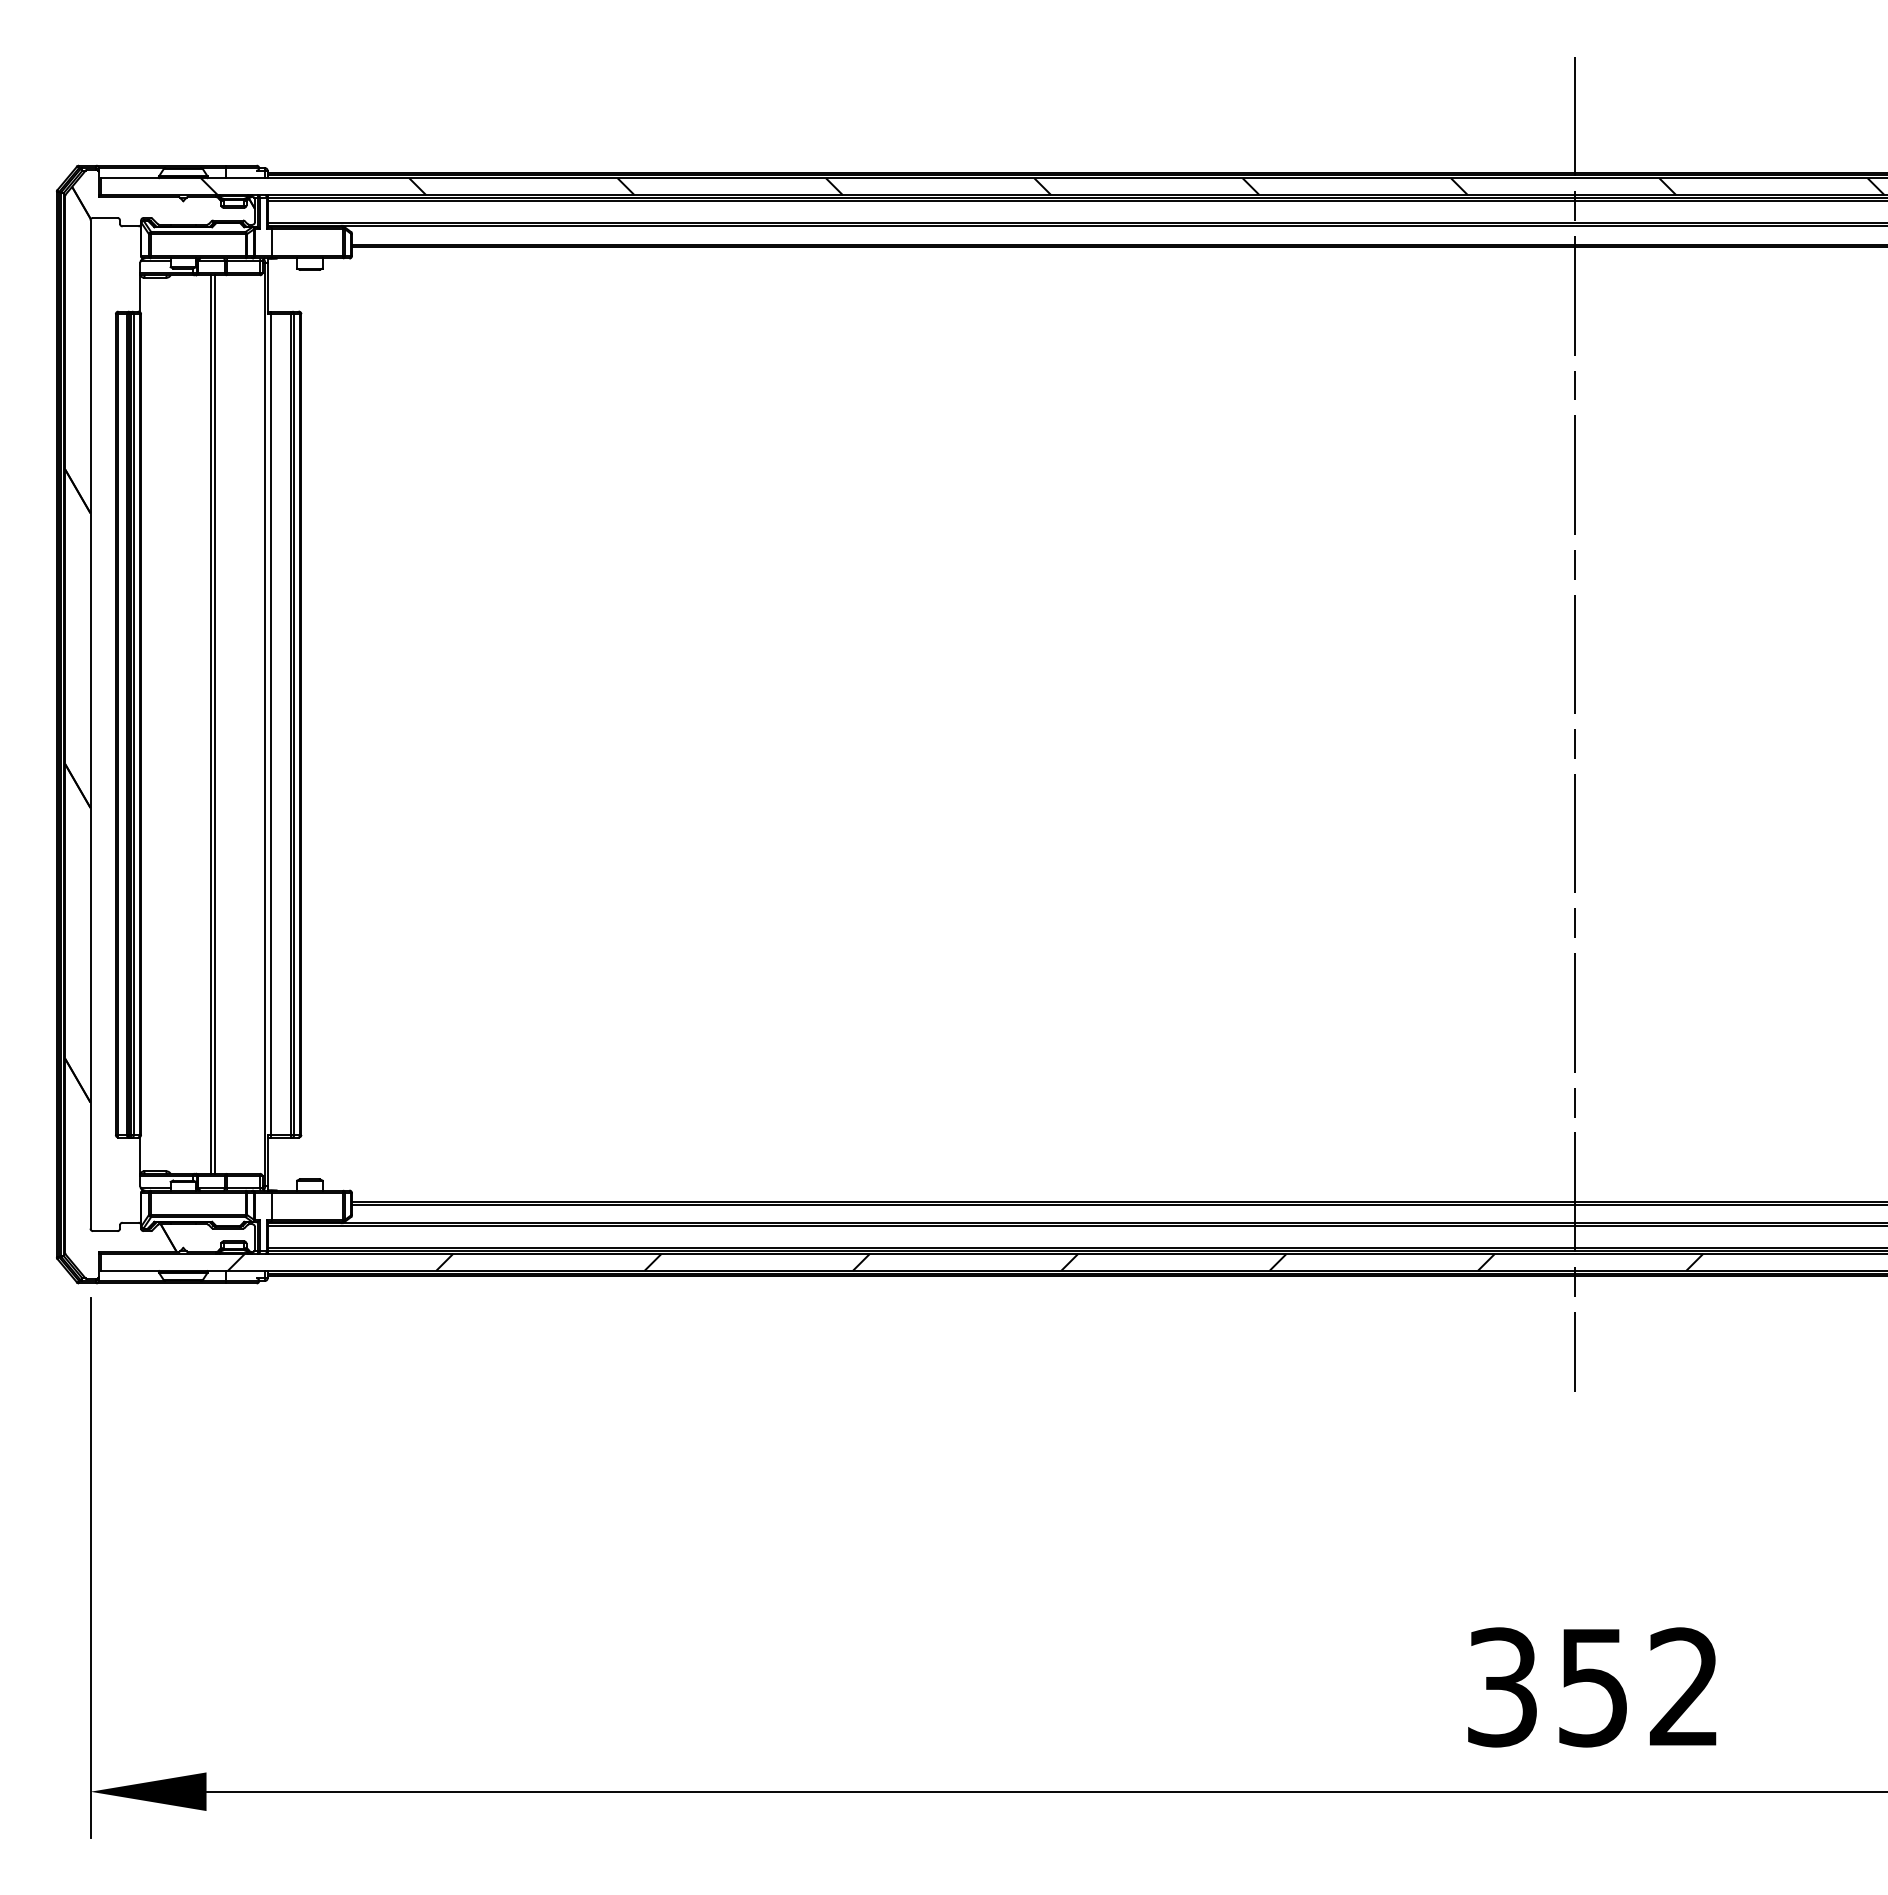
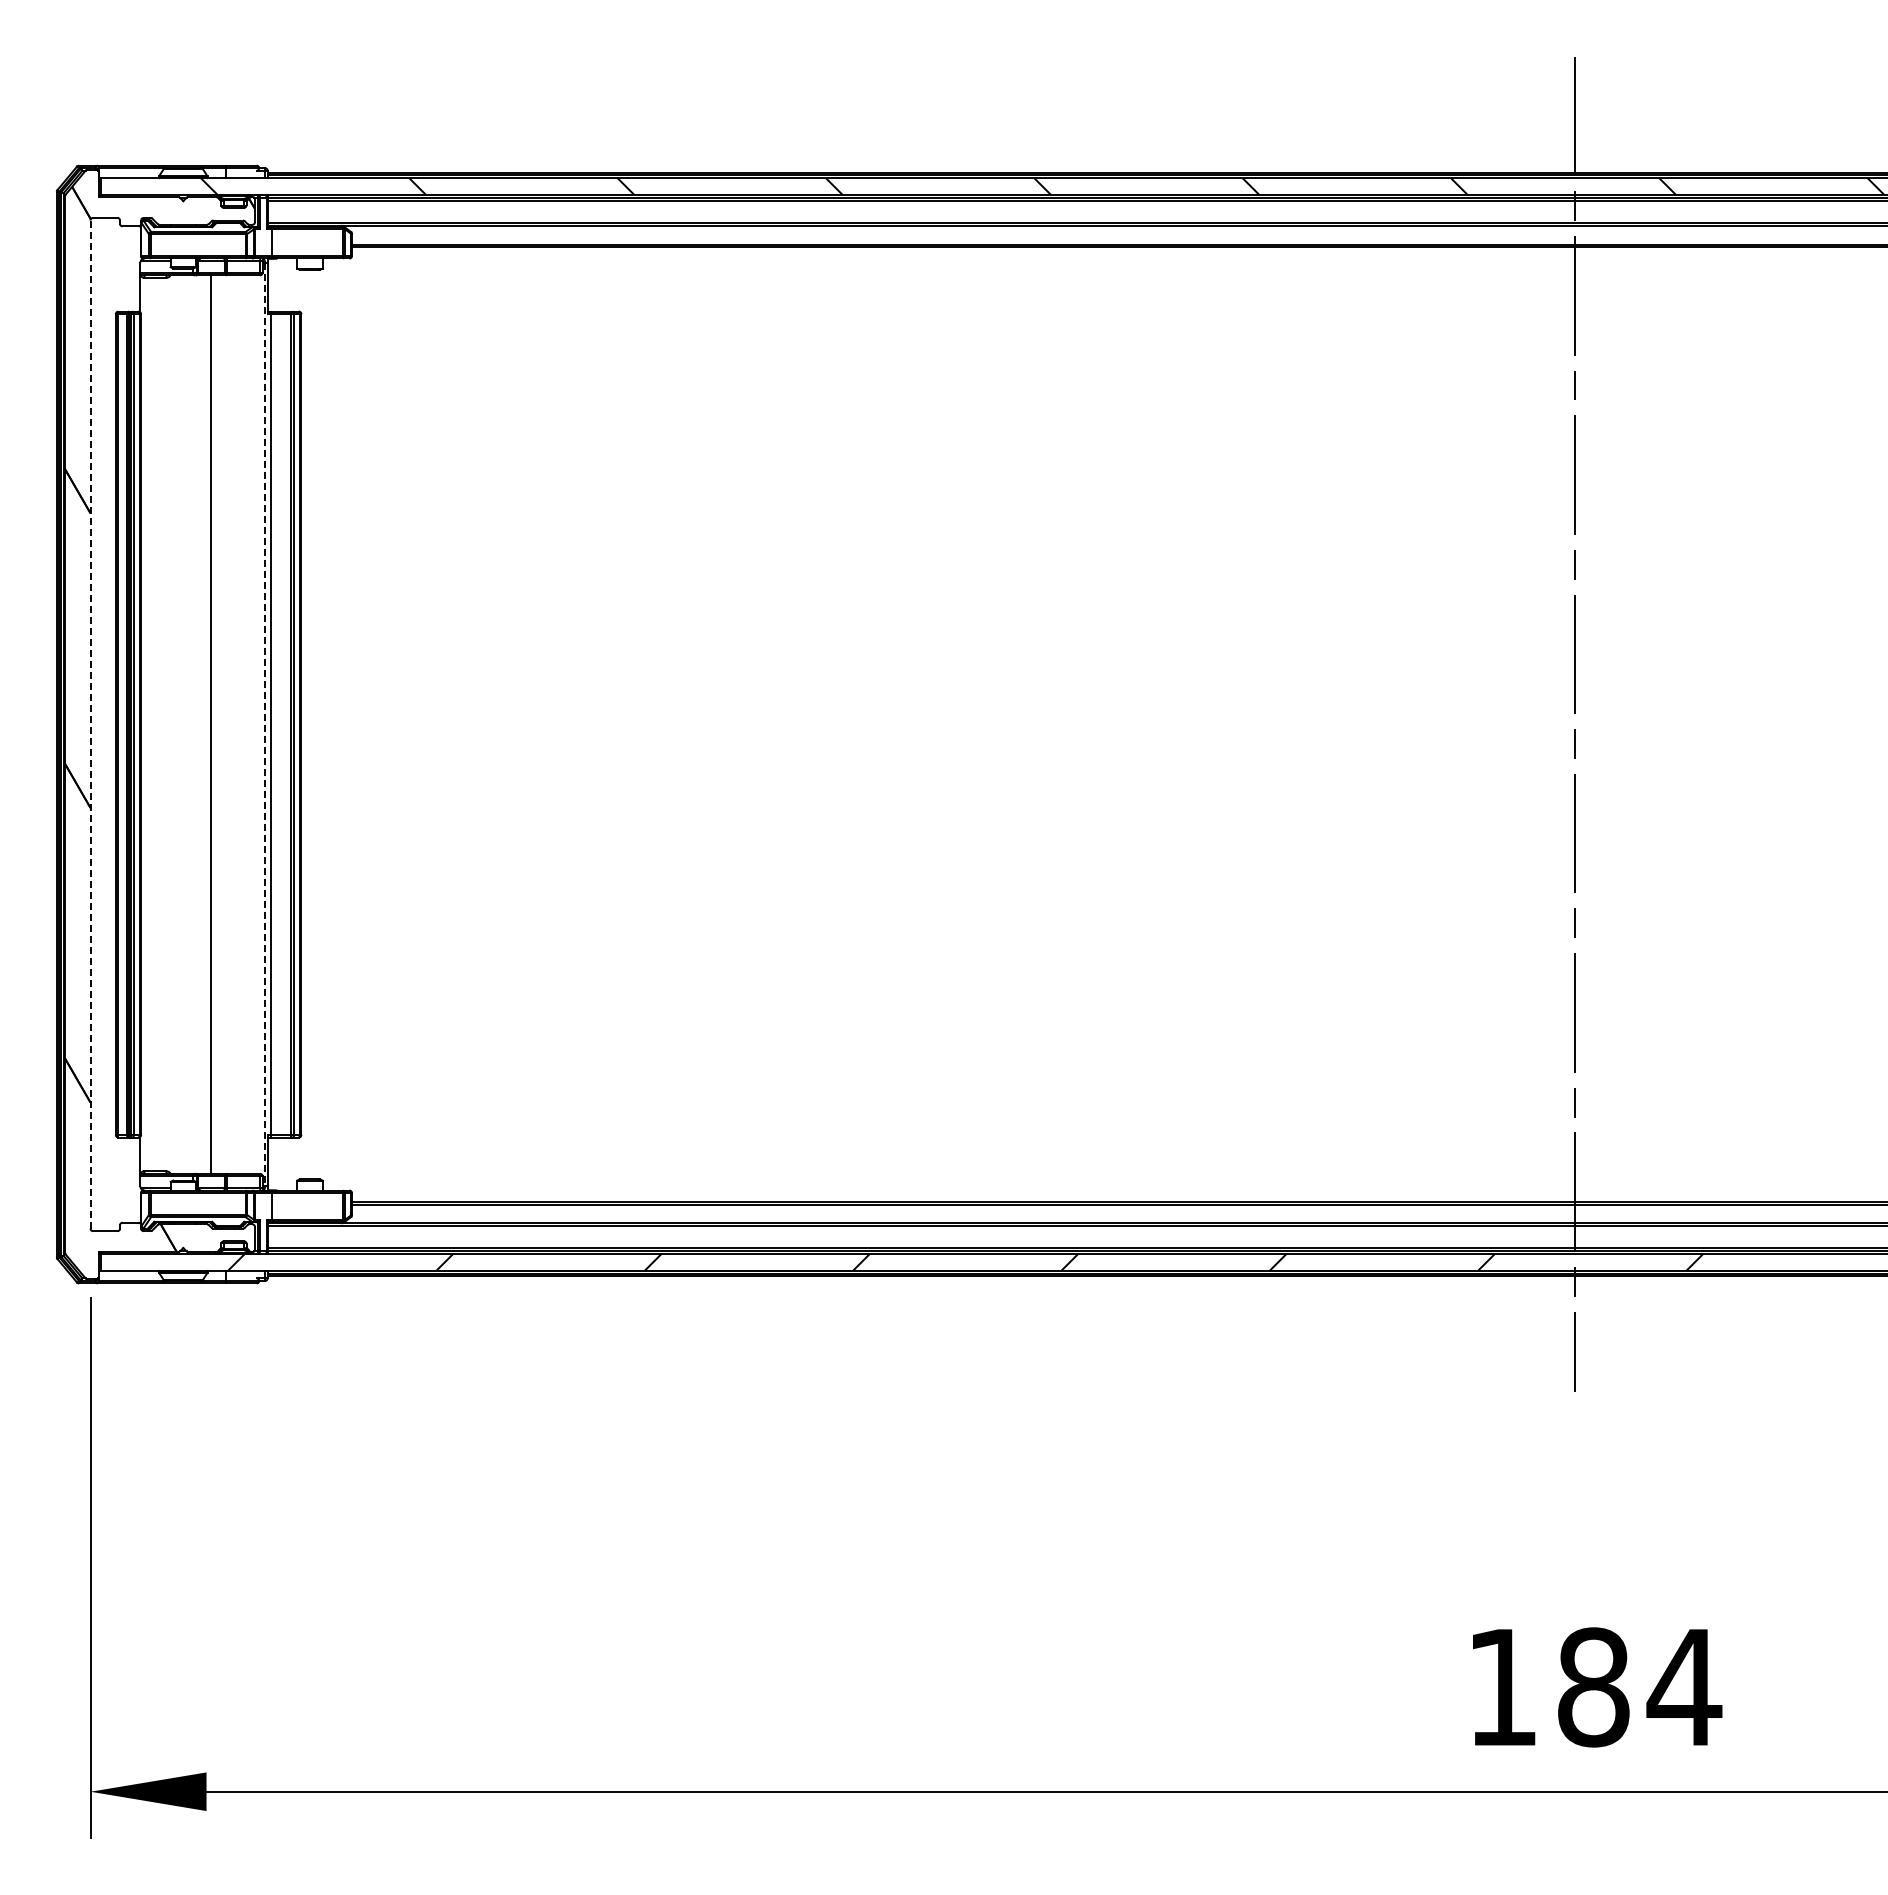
line at (90, 724): solid -> dashed
line at (214, 724): present -> none
line at (265, 724): solid -> dashed
text at (1595, 1687): 352 -> 184
